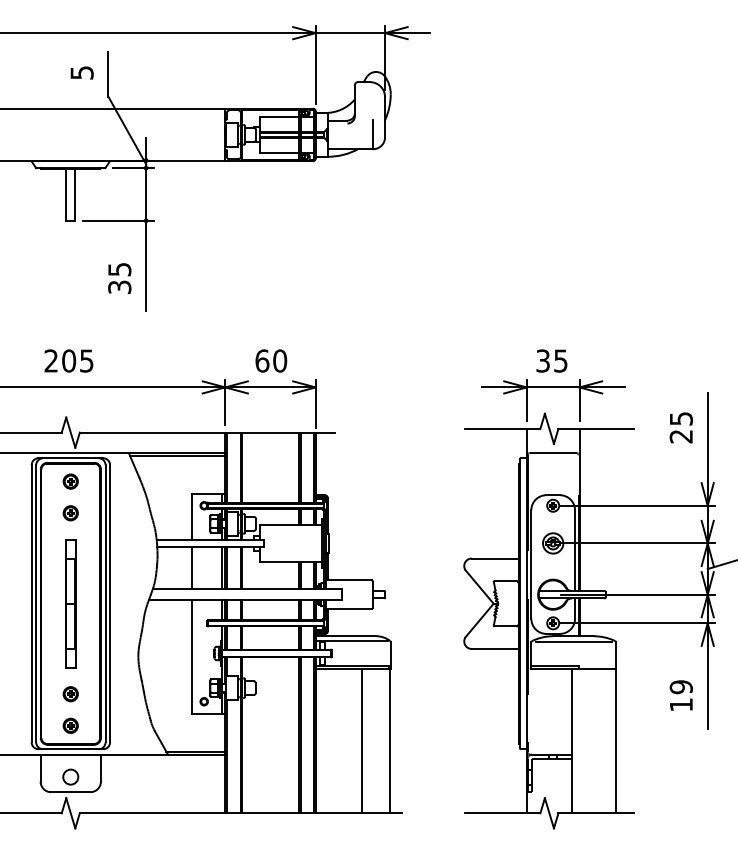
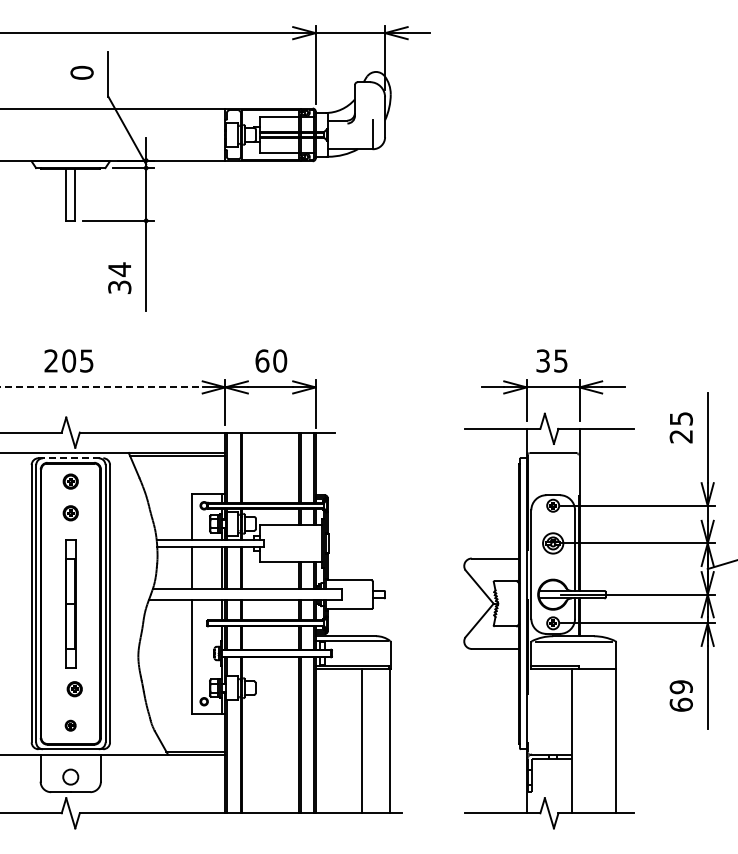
text at (81, 72): 5 -> 0
text at (119, 269): 35 -> 34
line at (101, 387): solid -> dashed
line at (71, 458): solid -> dashed
part at (70, 694) position: (70, 694) -> (74, 689)
text at (680, 704): 19 -> 69
part at (70, 725) size: 17x17 px -> 13x13 px
